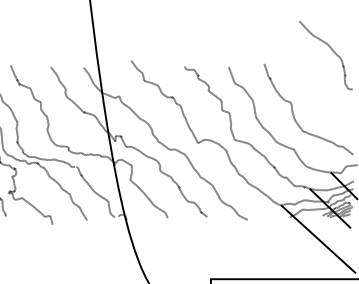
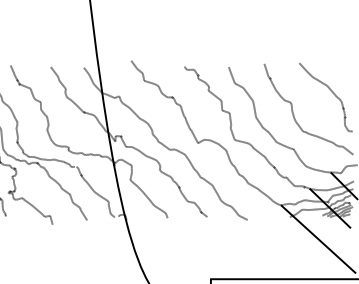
curve at (331, 50) position: (331, 50) -> (331, 92)
